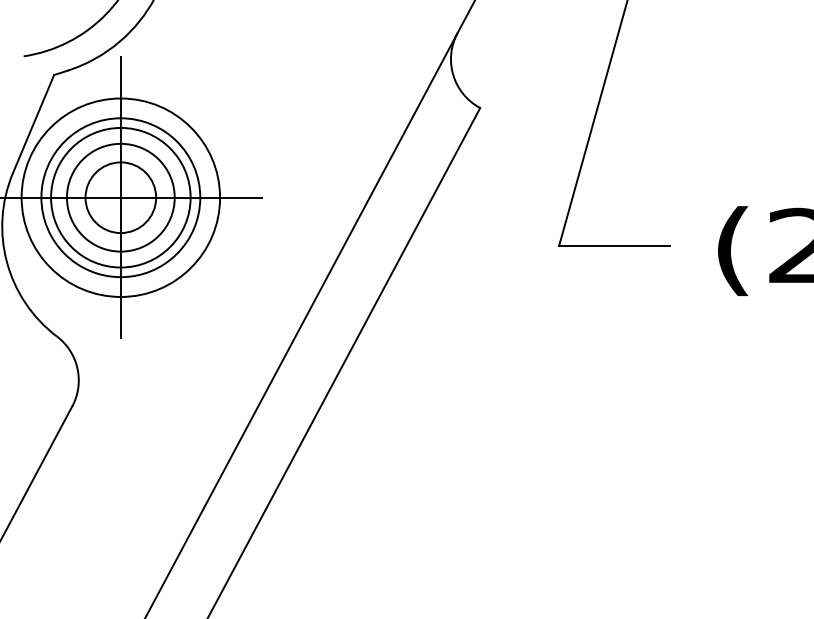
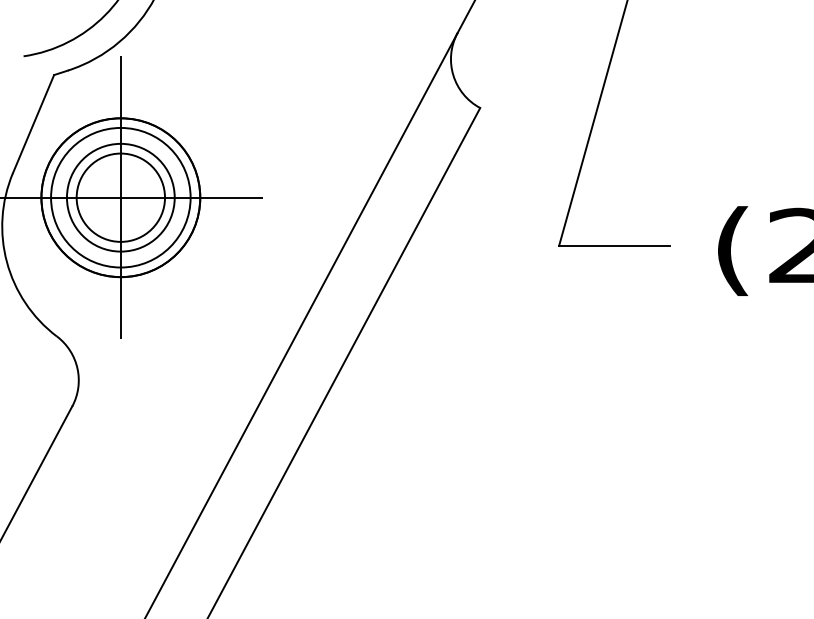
circle at (120, 197) diameter: 198 px -> 159 px
circle at (120, 197) diameter: 71 px -> 88 px
